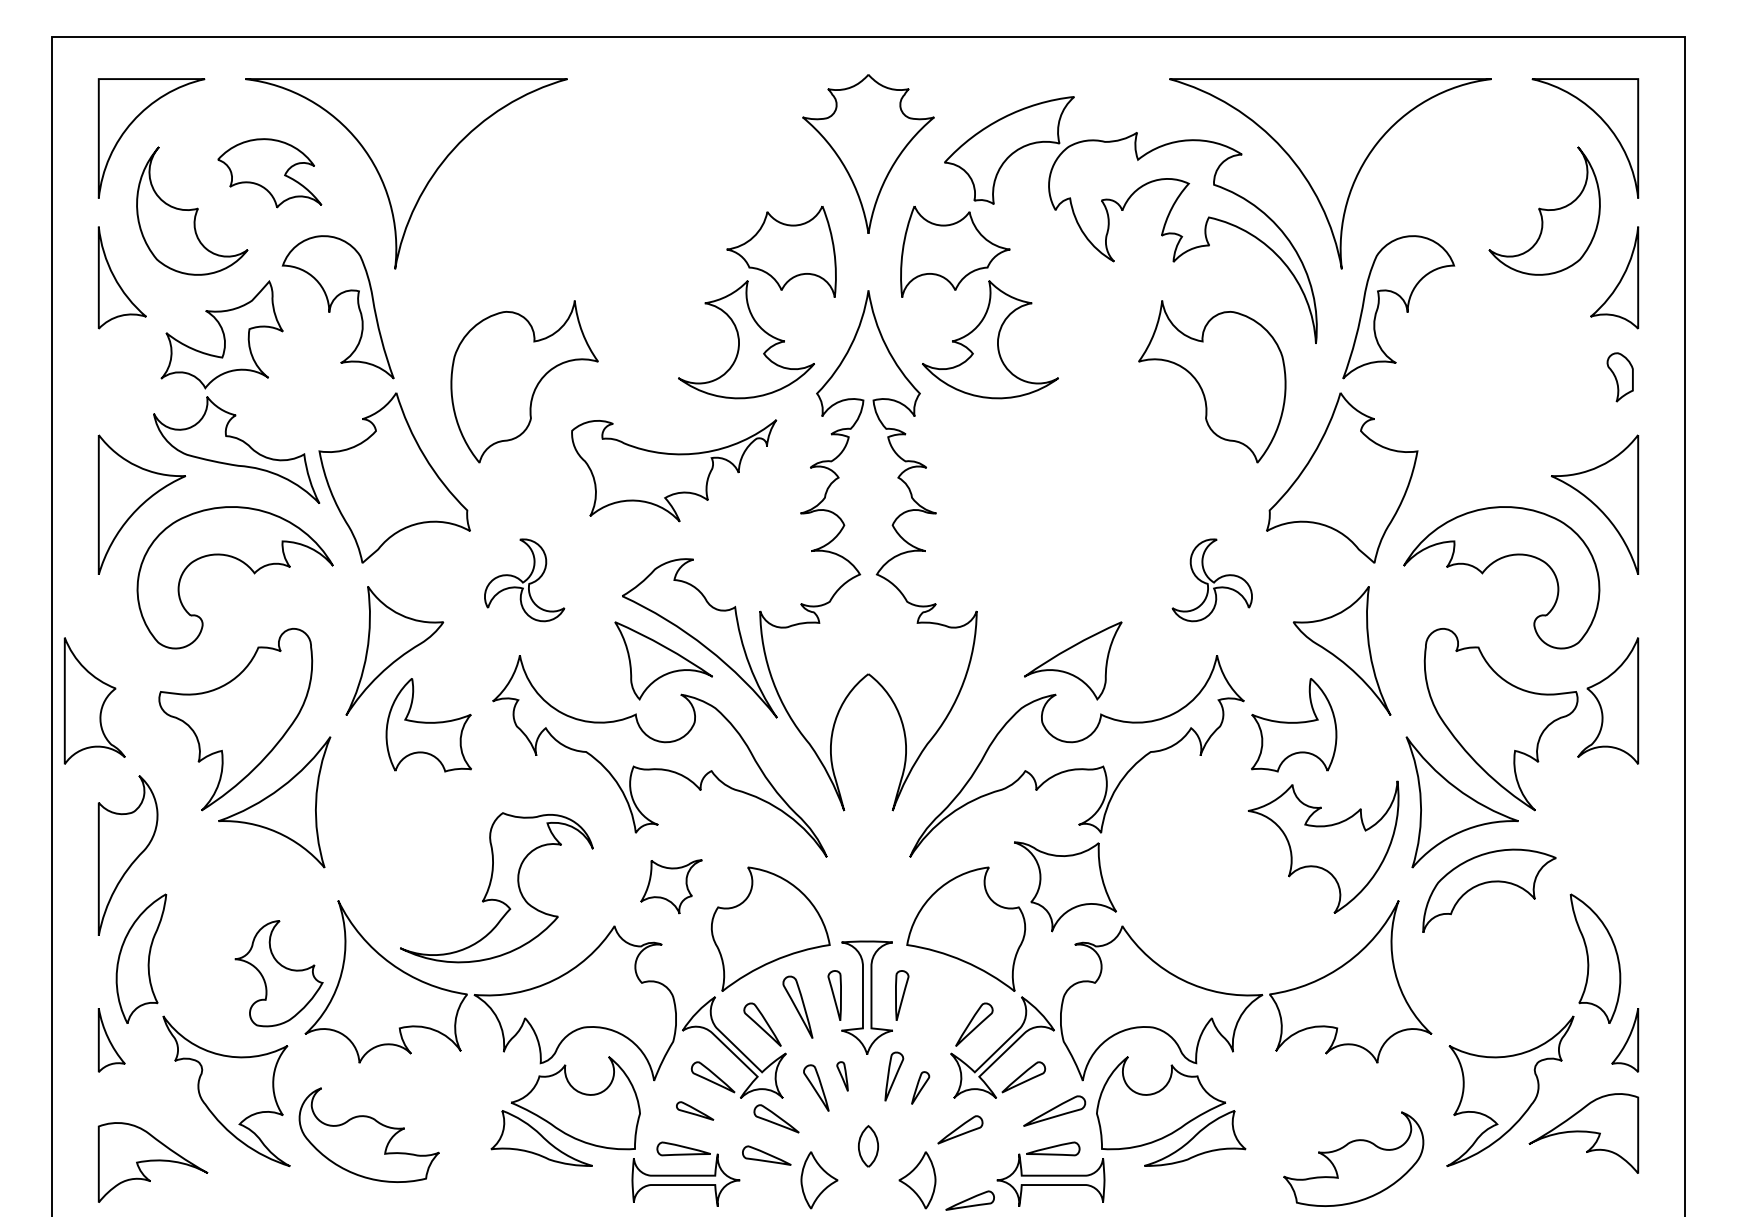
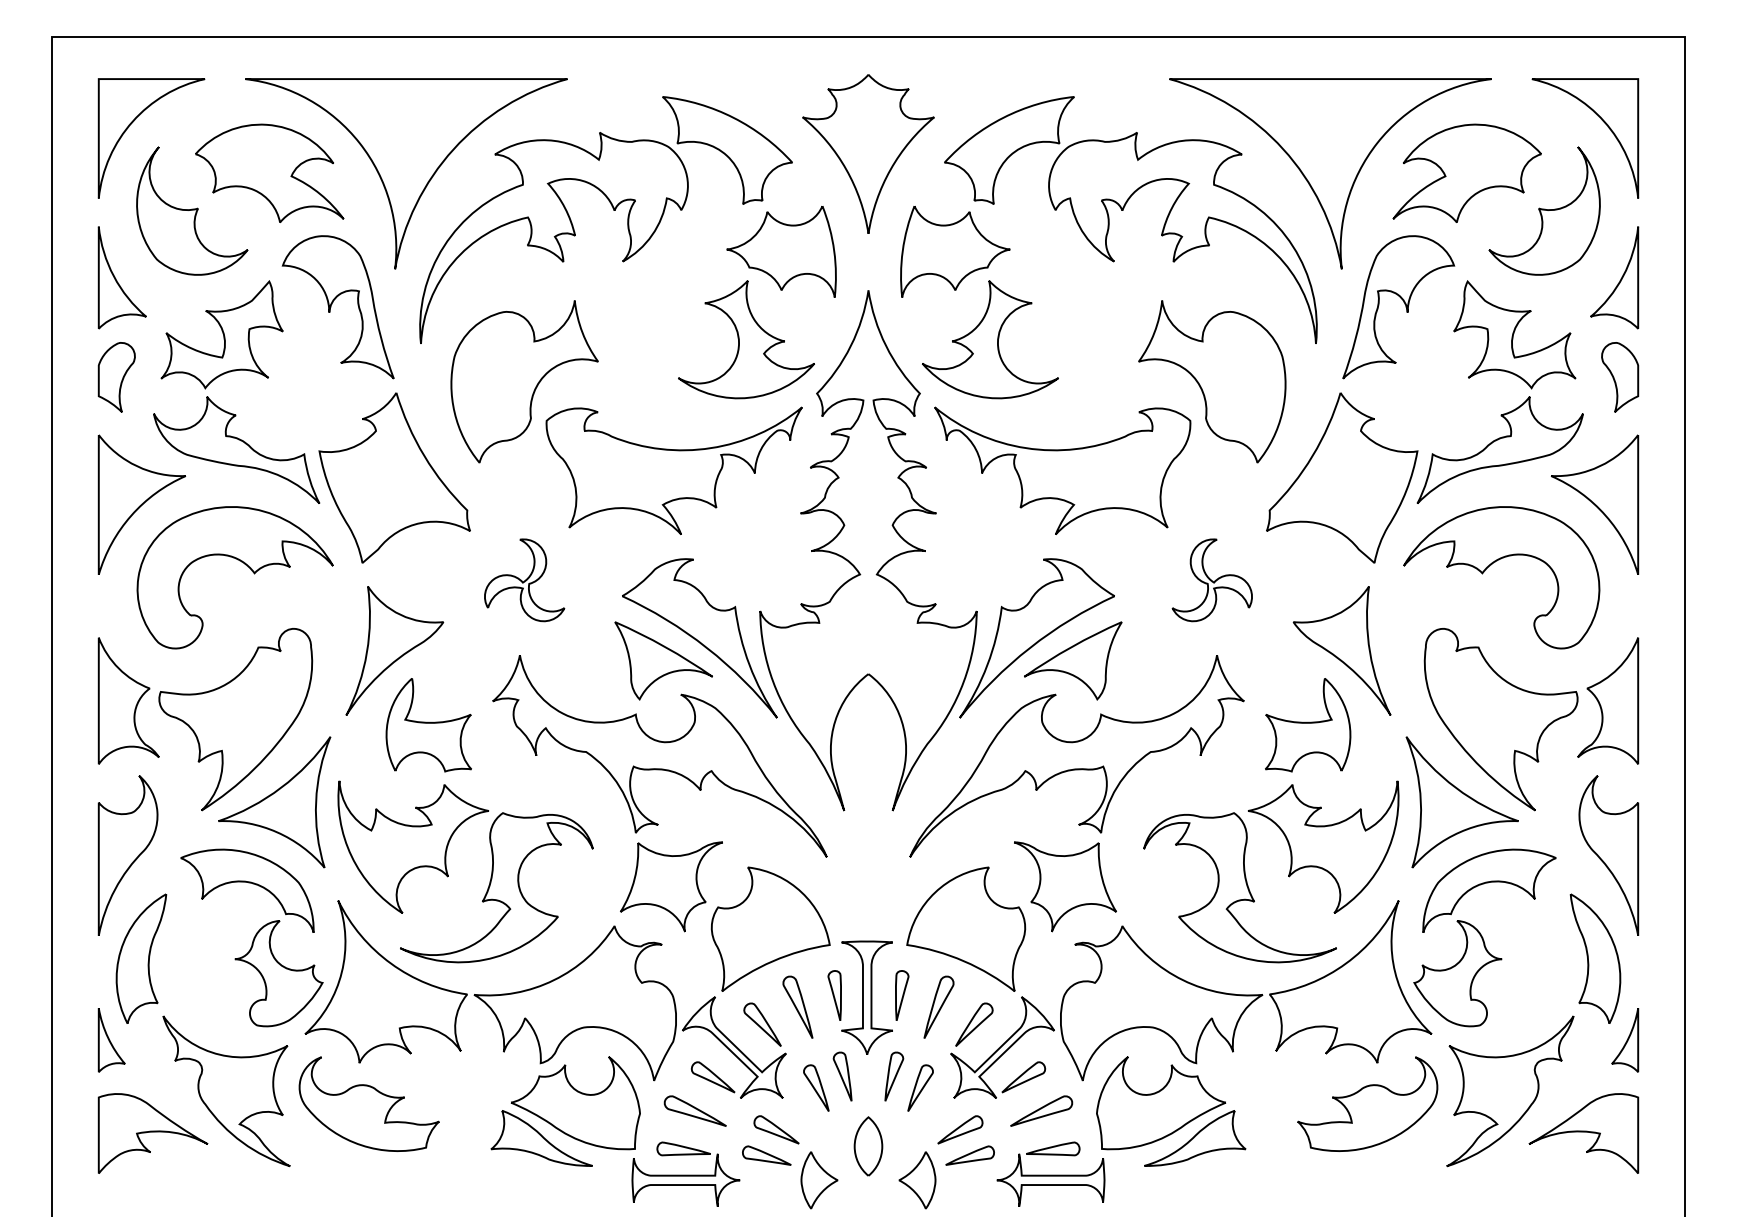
part at (1466, 172): none -> present
part at (269, 173) size: 106x71 px -> 150x100 px
part at (613, 210): none -> present
part at (1501, 371): none -> present
part at (116, 377): none -> present
part at (1619, 377) size: 28x51 px -> 39x71 px
part at (674, 470) size: 207x104 px -> 258x129 px
part at (1062, 470): none -> present
part at (1036, 638): none -> present
part at (94, 700) position: (94, 700) -> (128, 700)
part at (1294, 725) position: (1294, 725) -> (1308, 725)
part at (413, 846): none -> present
part at (1608, 855): none -> present
part at (248, 883): none -> present
part at (671, 886) size: 63x56 px -> 103x92 px
part at (1239, 887): none -> present
part at (1457, 973): none -> present
part at (938, 1006): none -> present
part at (842, 1076) size: 13x31 px -> 21x51 px
part at (920, 1087) size: 20x34 px -> 27x48 px
part at (695, 1110) size: 39x20 px -> 64x32 px
part at (1054, 1110) position: (1054, 1110) -> (1041, 1110)
part at (776, 1118) position: (776, 1118) -> (776, 1129)
part at (368, 1134) position: (368, 1134) -> (368, 1103)
part at (868, 1146) size: 22x43 px -> 31x61 px
part at (1353, 1158) position: (1353, 1158) -> (1367, 1103)
part at (152, 1162) position: (152, 1162) -> (152, 1133)
part at (969, 1200) position: (969, 1200) -> (969, 1155)
